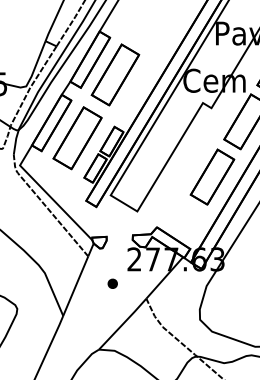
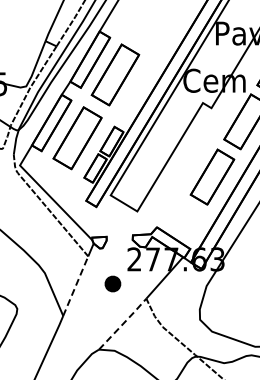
part at (112, 283) size: 11x11 px -> 18x18 px
line at (75, 285): solid -> dashed
line at (123, 323): solid -> dashed
